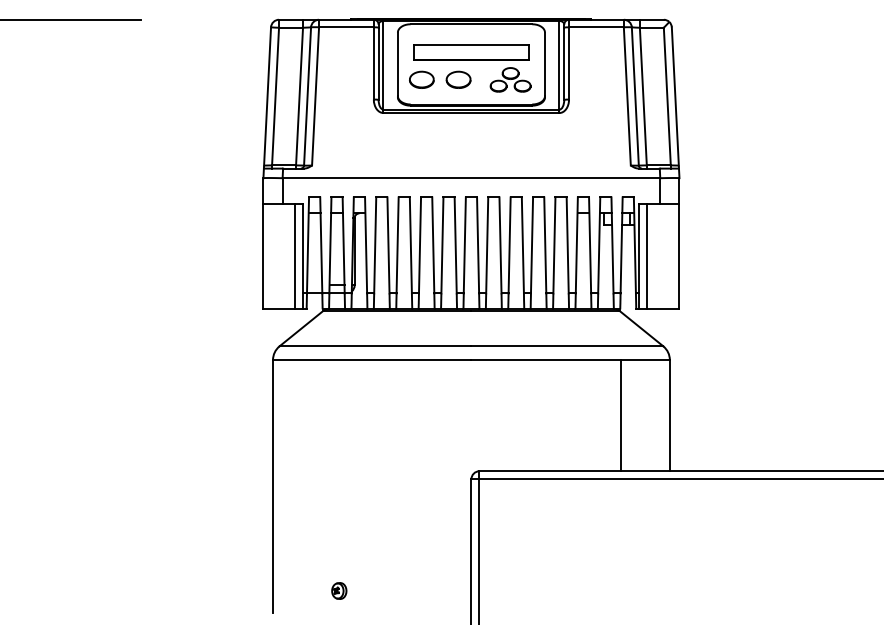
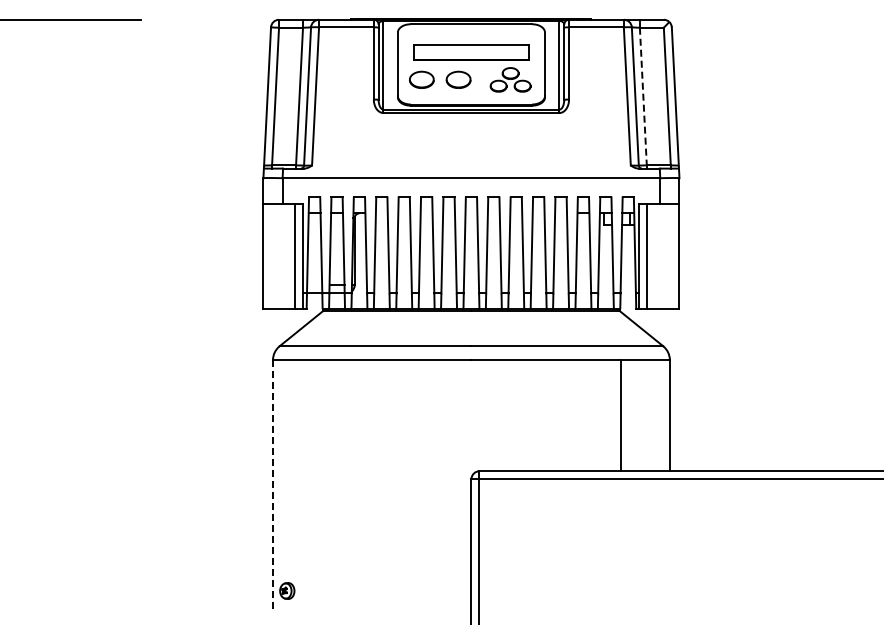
line at (643, 96): solid -> dashed
line at (273, 486): solid -> dashed
part at (339, 590) position: (339, 590) -> (287, 590)
